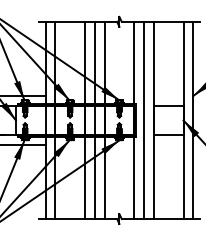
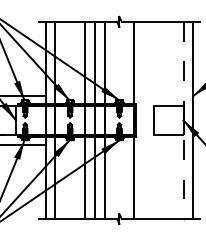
line at (144, 120): present -> none
line at (153, 120): present -> none
line at (183, 120): solid -> dashed
